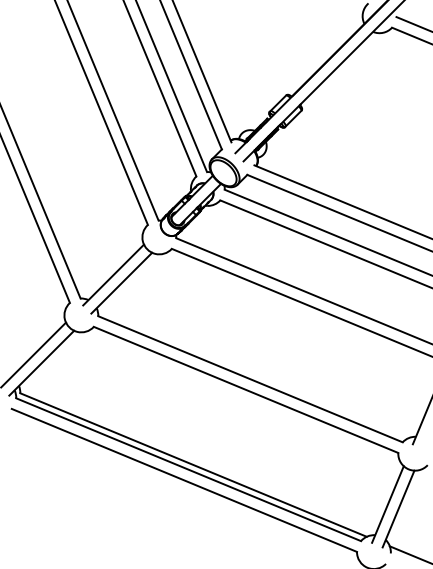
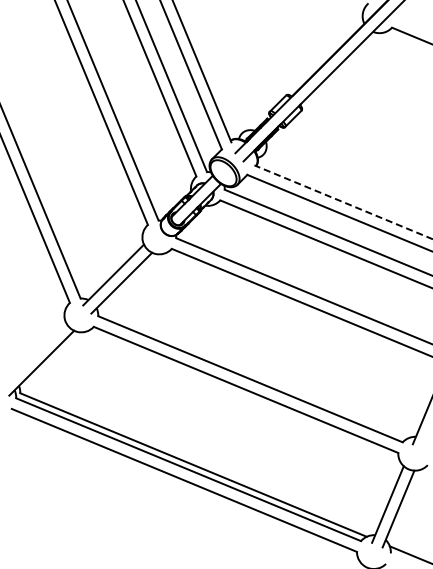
line at (412, 23): present -> none
line at (342, 202): solid -> dashed
line at (34, 354): present -> none
